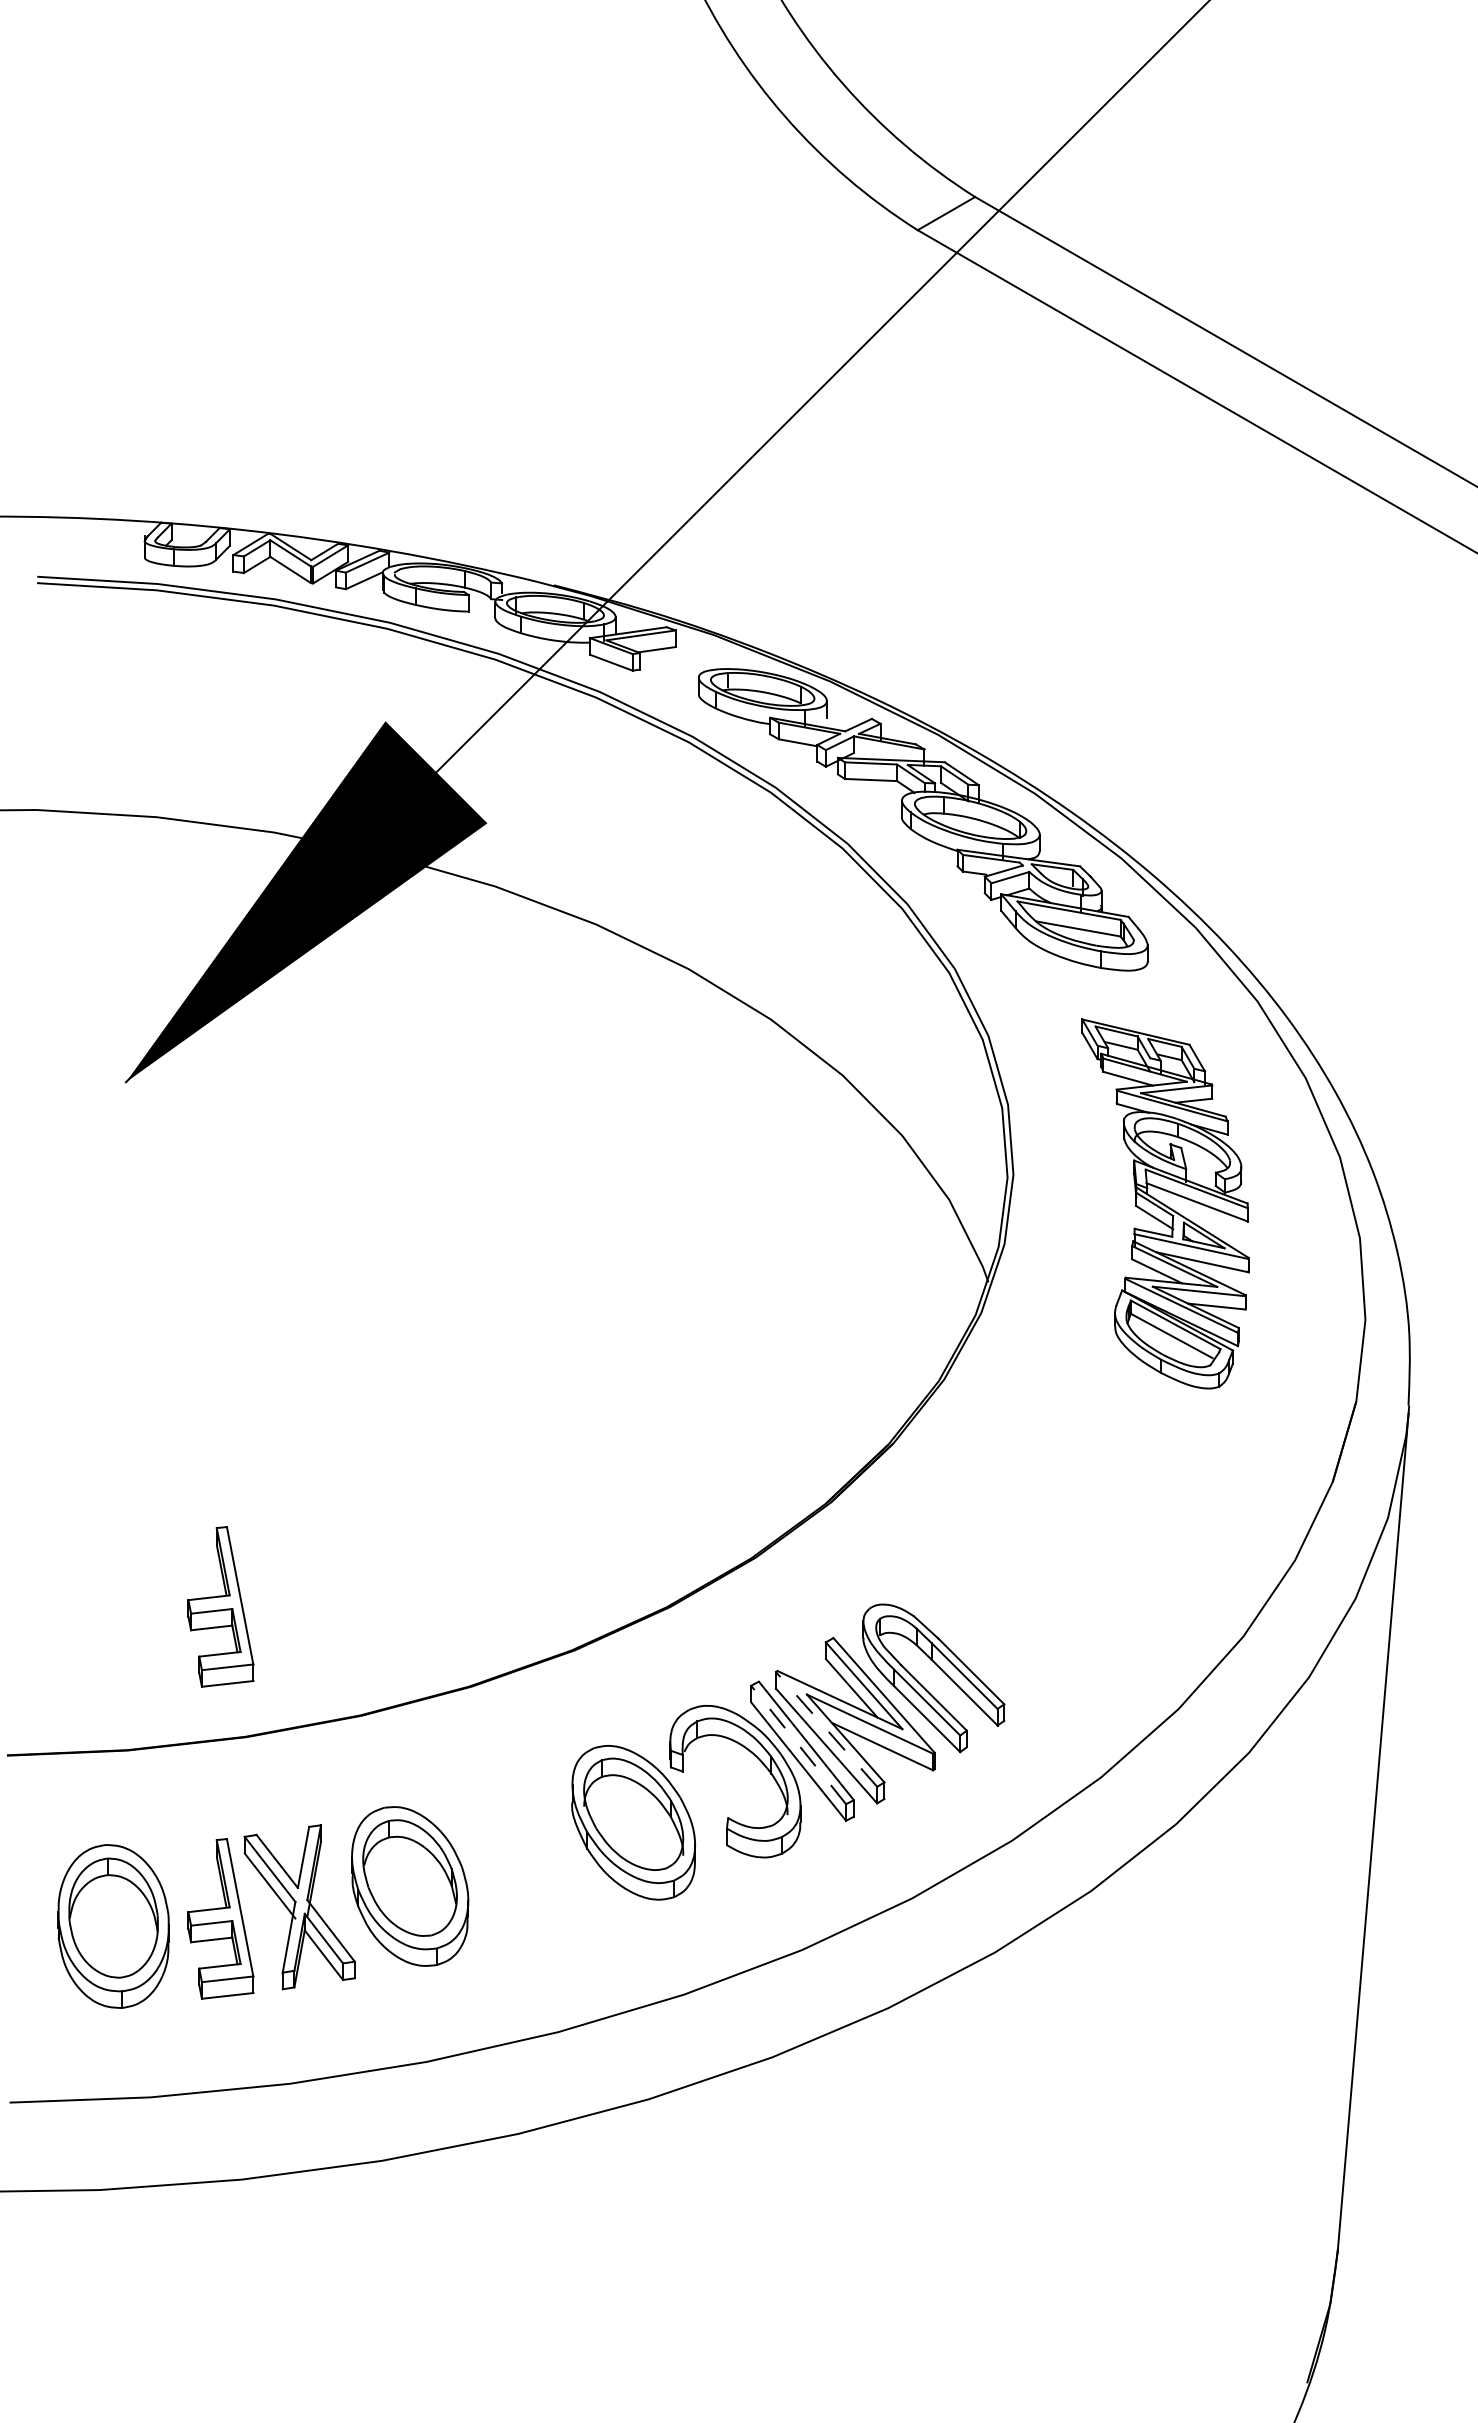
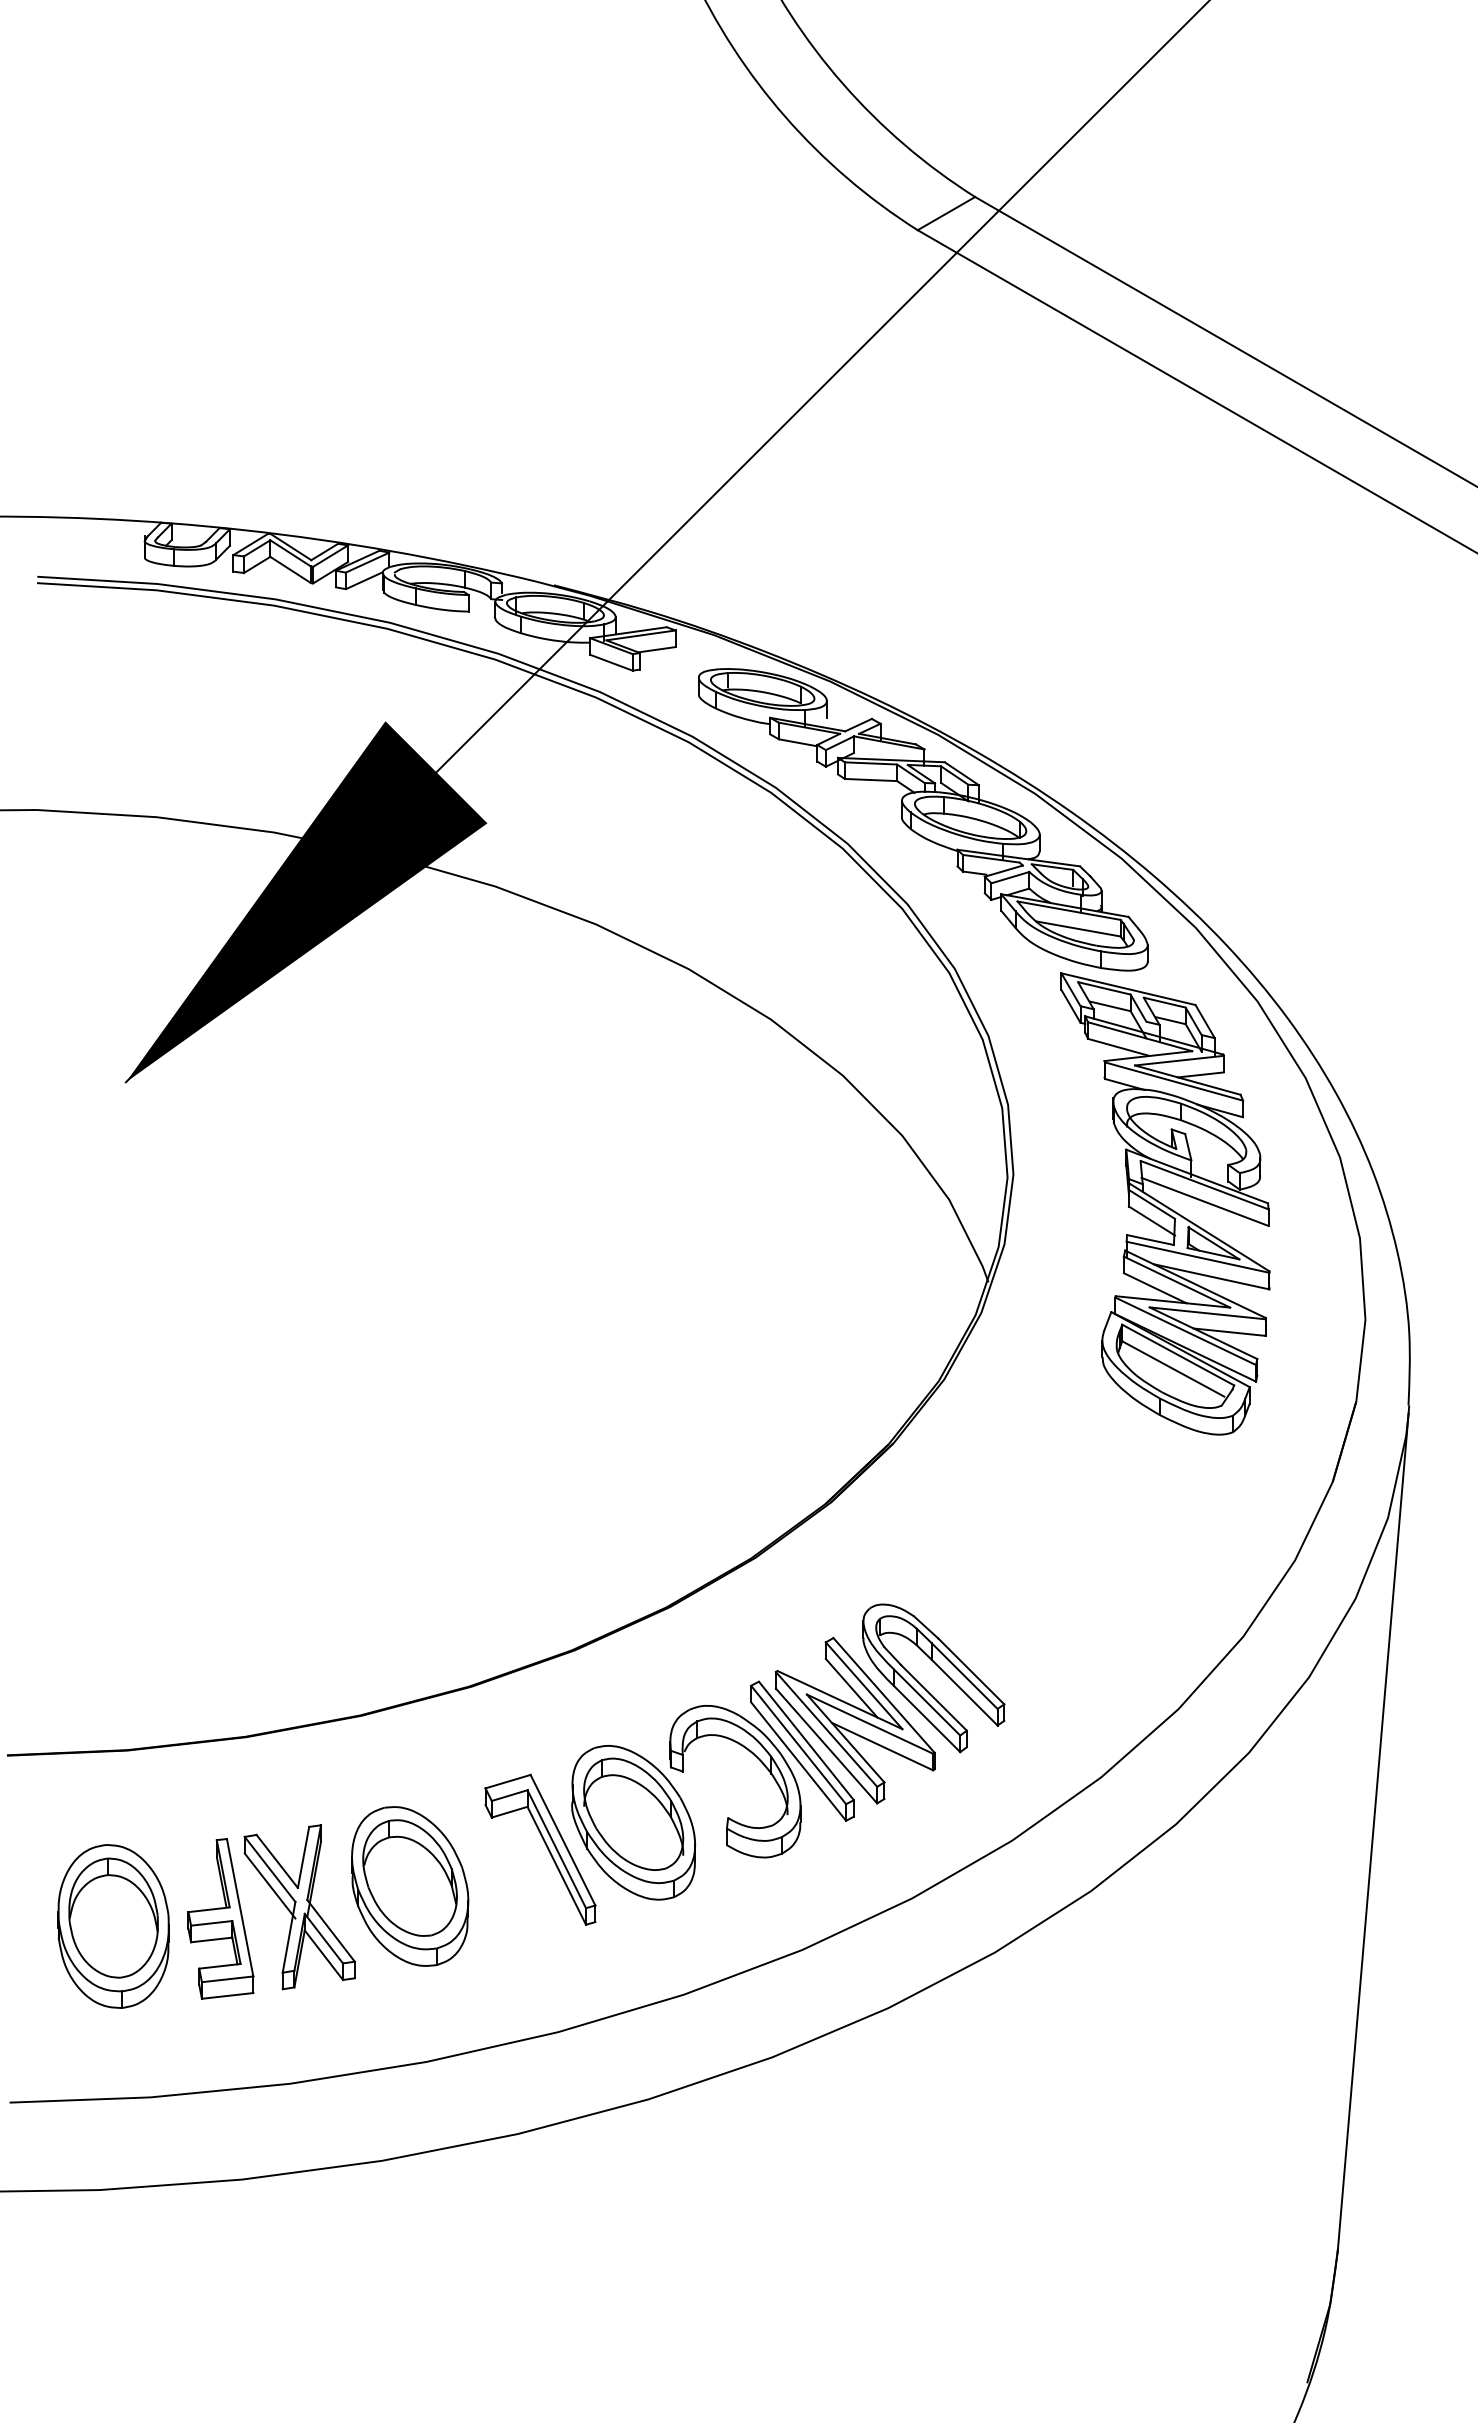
part at (1165, 1203) size: 169x372 px -> 211x464 px
part at (220, 1606): present -> none
line at (826, 1729): dashed -> solid
line at (798, 1744): dashed -> solid
part at (546, 1847): none -> present
